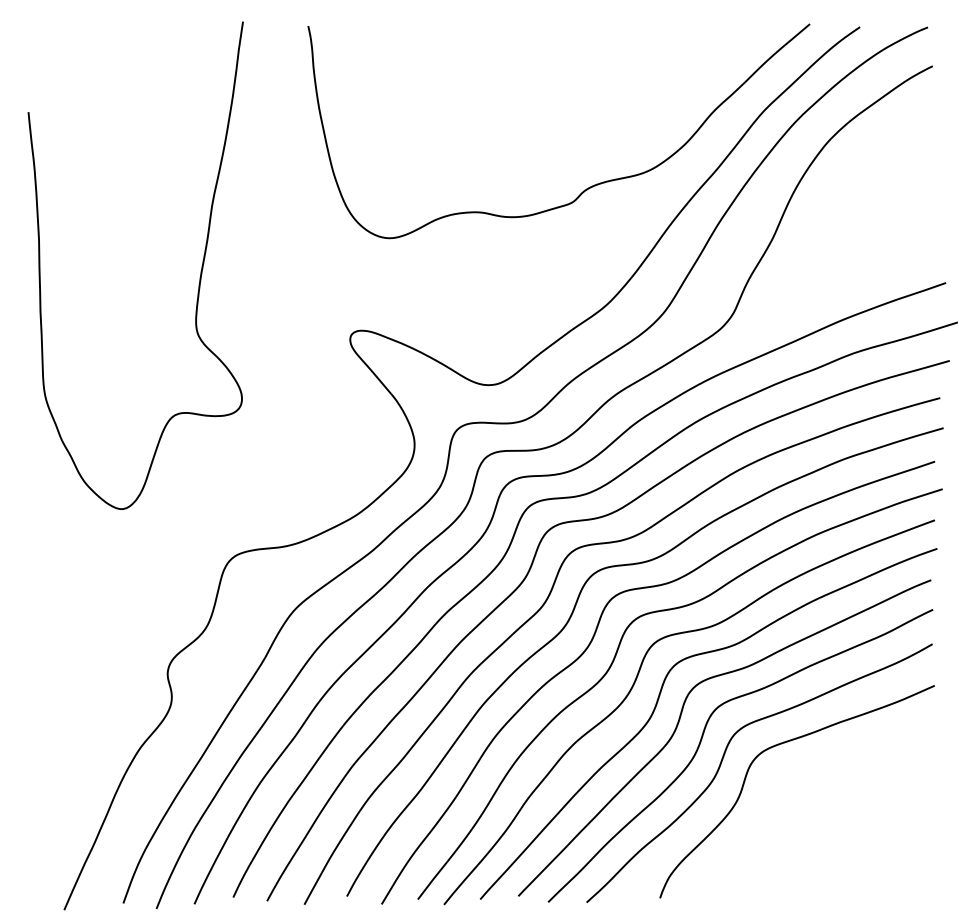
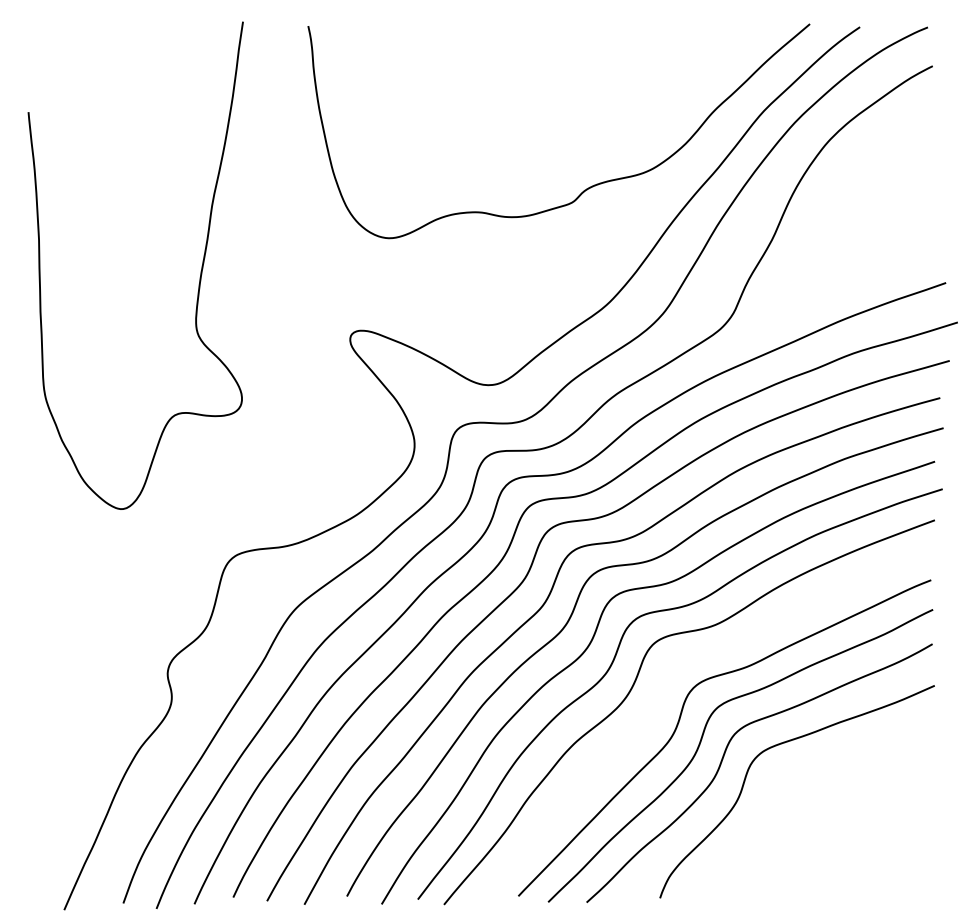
curve at (656, 707): present -> none
